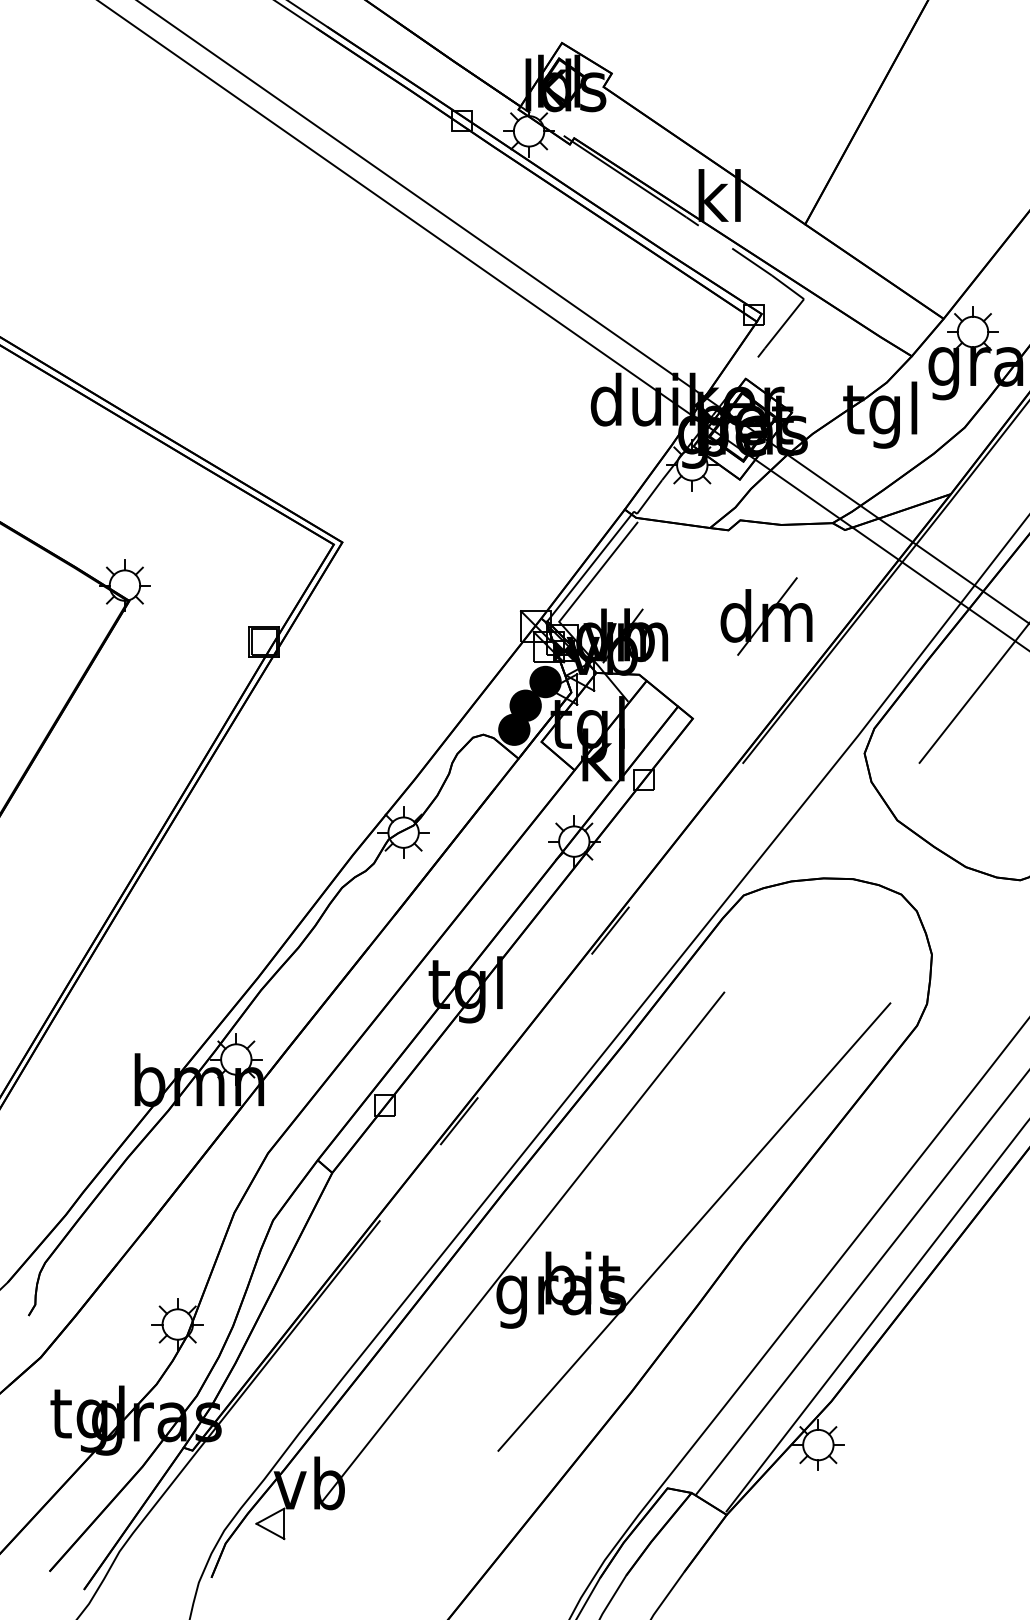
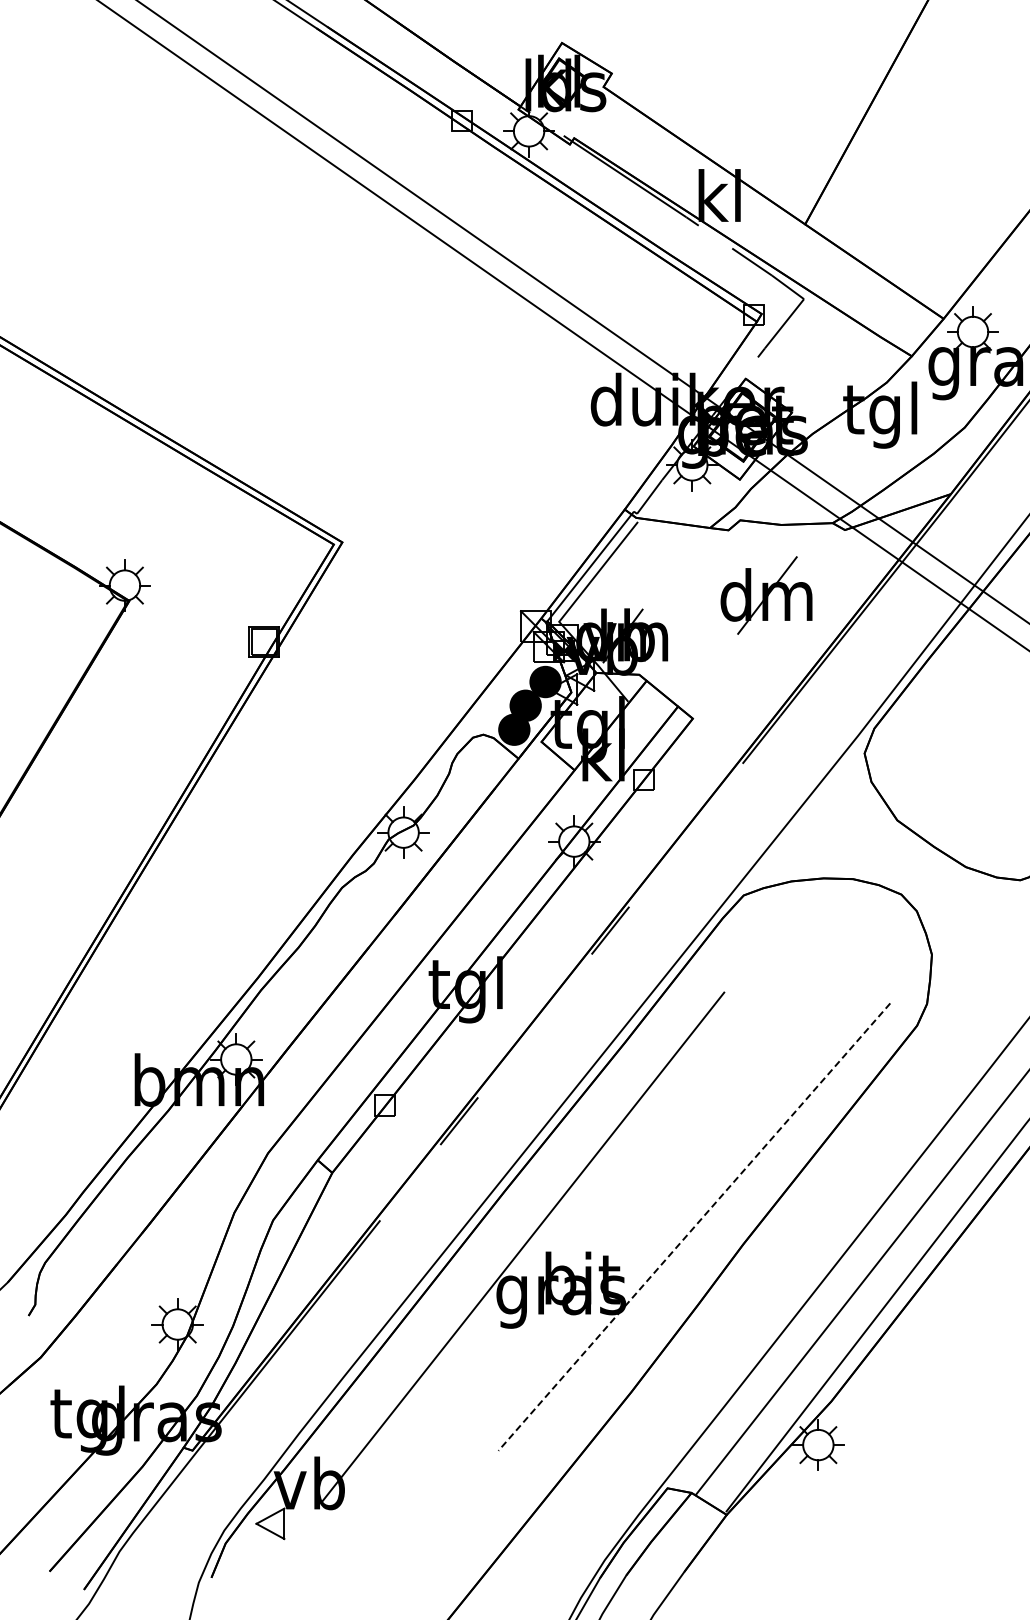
part at (766, 616) position: (766, 616) -> (766, 595)
line at (972, 694): present -> none
line at (694, 1227): solid -> dashed
